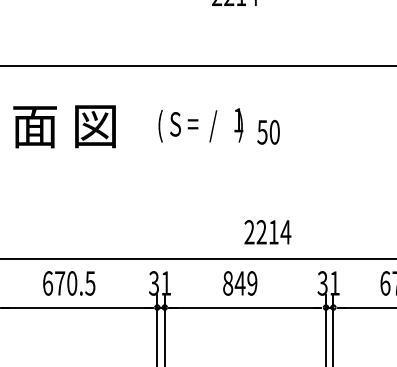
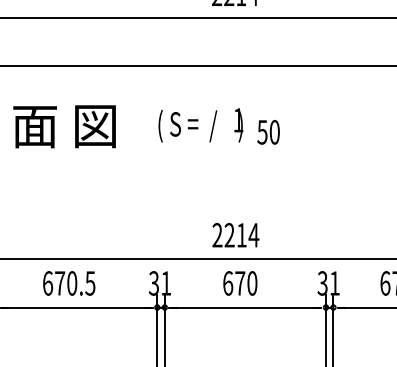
line at (197, 18): none -> present
text at (267, 232) position: (267, 232) -> (235, 235)
text at (240, 283): 849 -> 670
